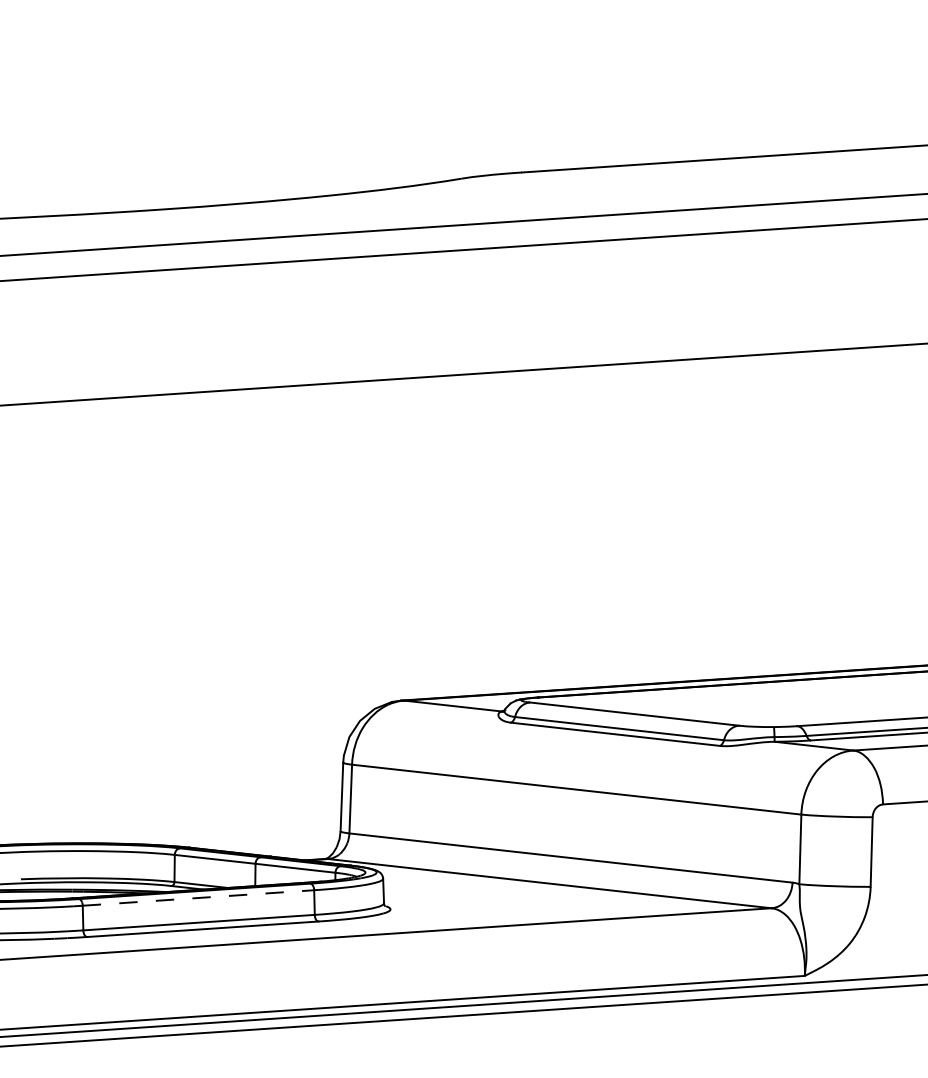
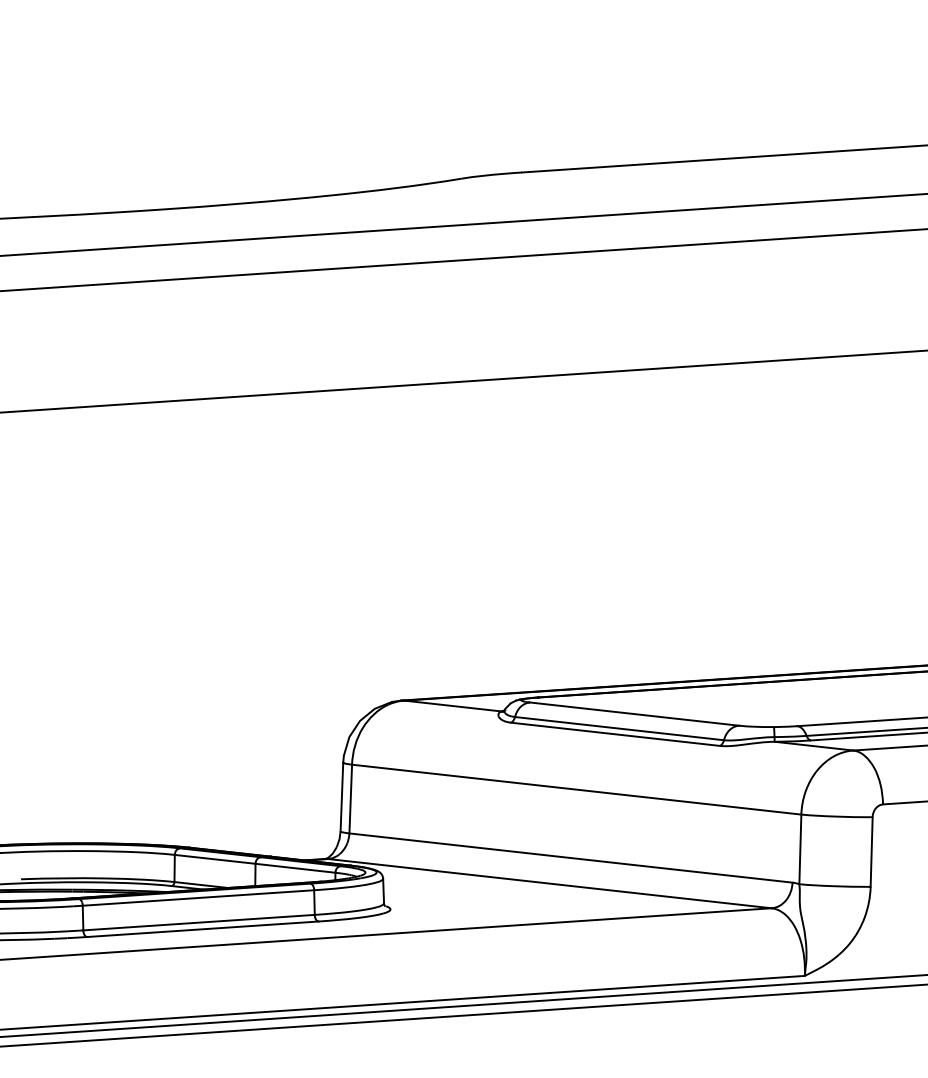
line at (463, 250) position: (463, 250) -> (463, 260)
line at (463, 374) position: (463, 374) -> (463, 381)
line at (198, 897): dashed -> solid
